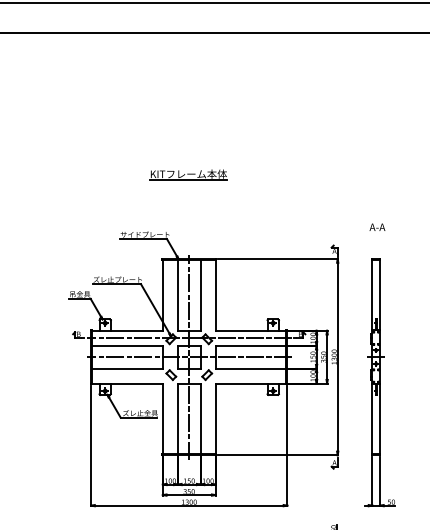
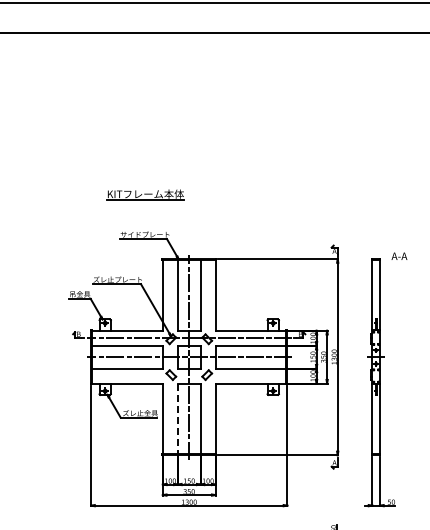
part at (188, 174) position: (188, 174) -> (145, 194)
text at (377, 226) position: (377, 226) -> (399, 255)
line at (177, 419): solid -> dashed
